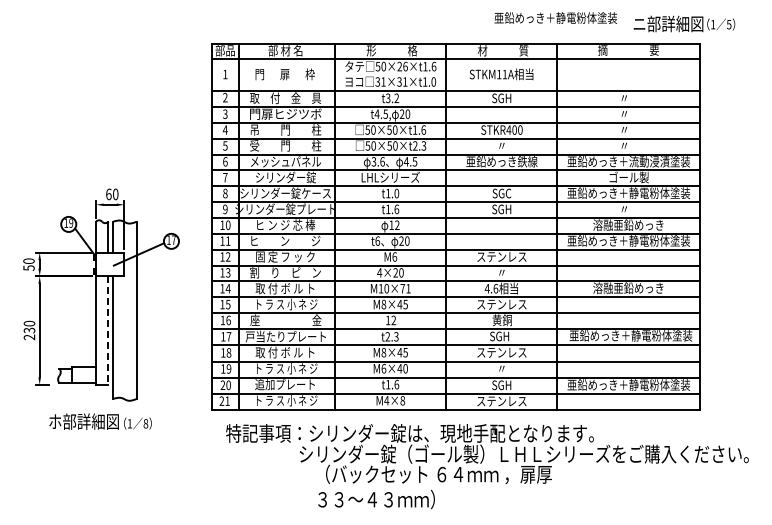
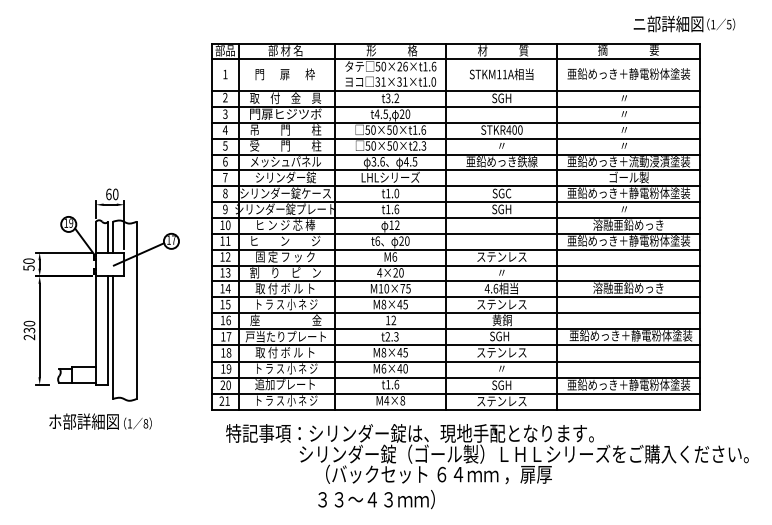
text at (555, 17) position: (555, 17) -> (628, 73)
text at (408, 288): M10×71 -> M10×75
line at (108, 331): dashed -> solid
